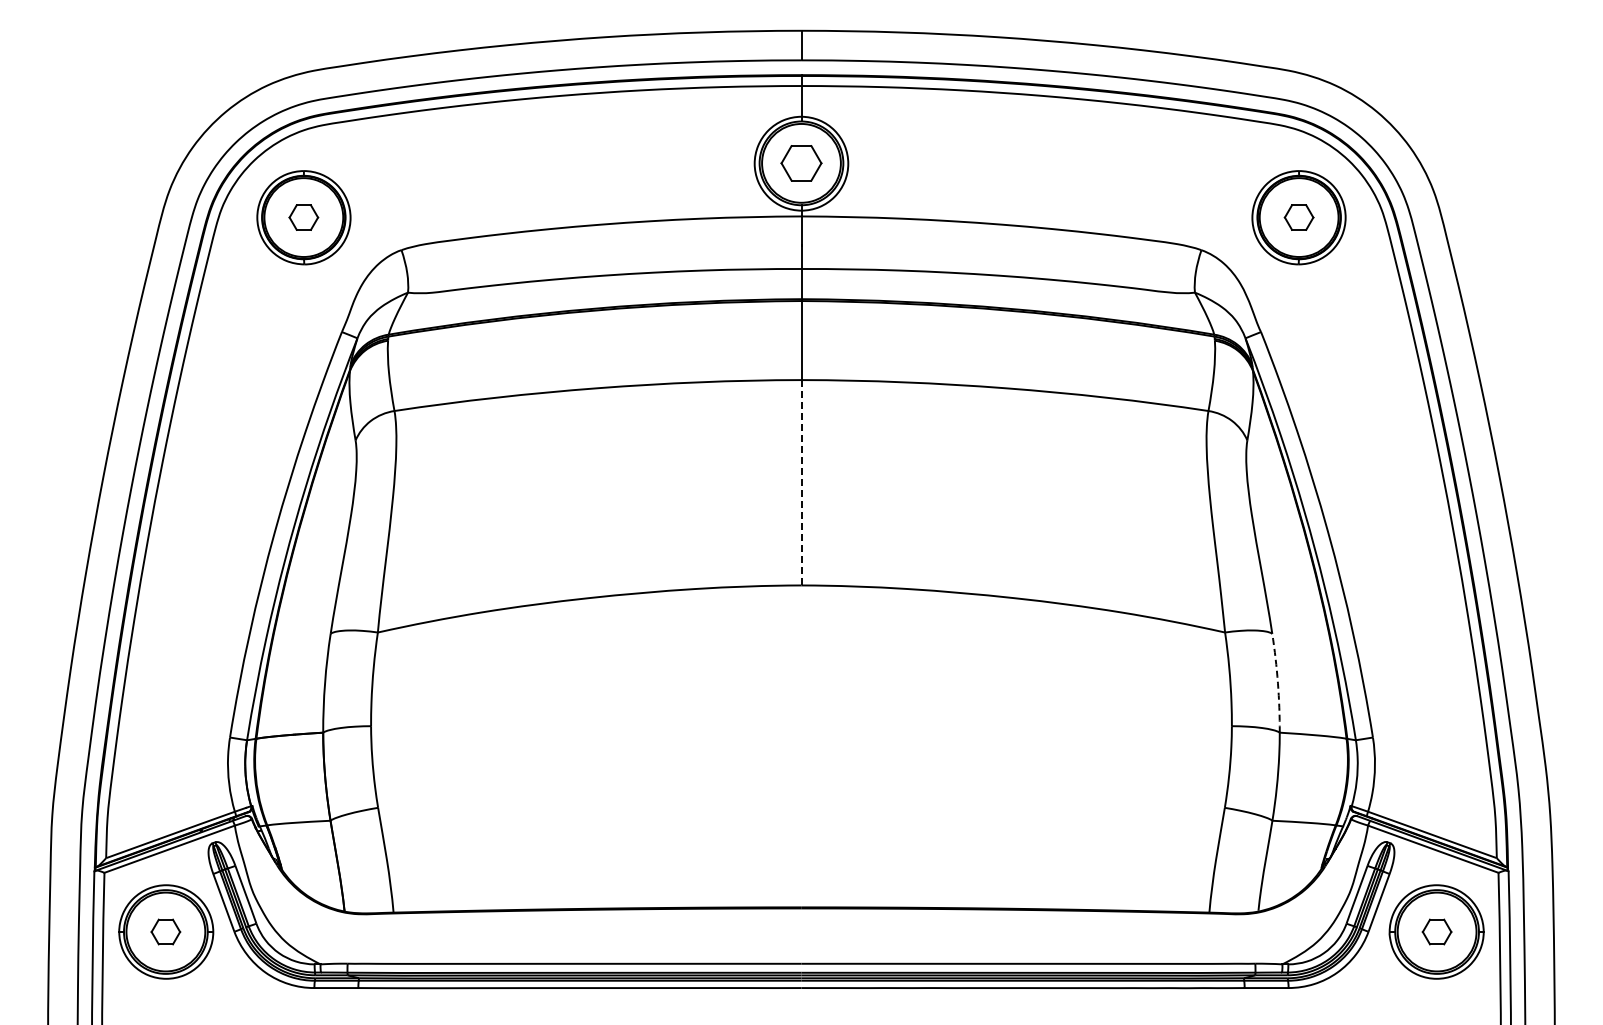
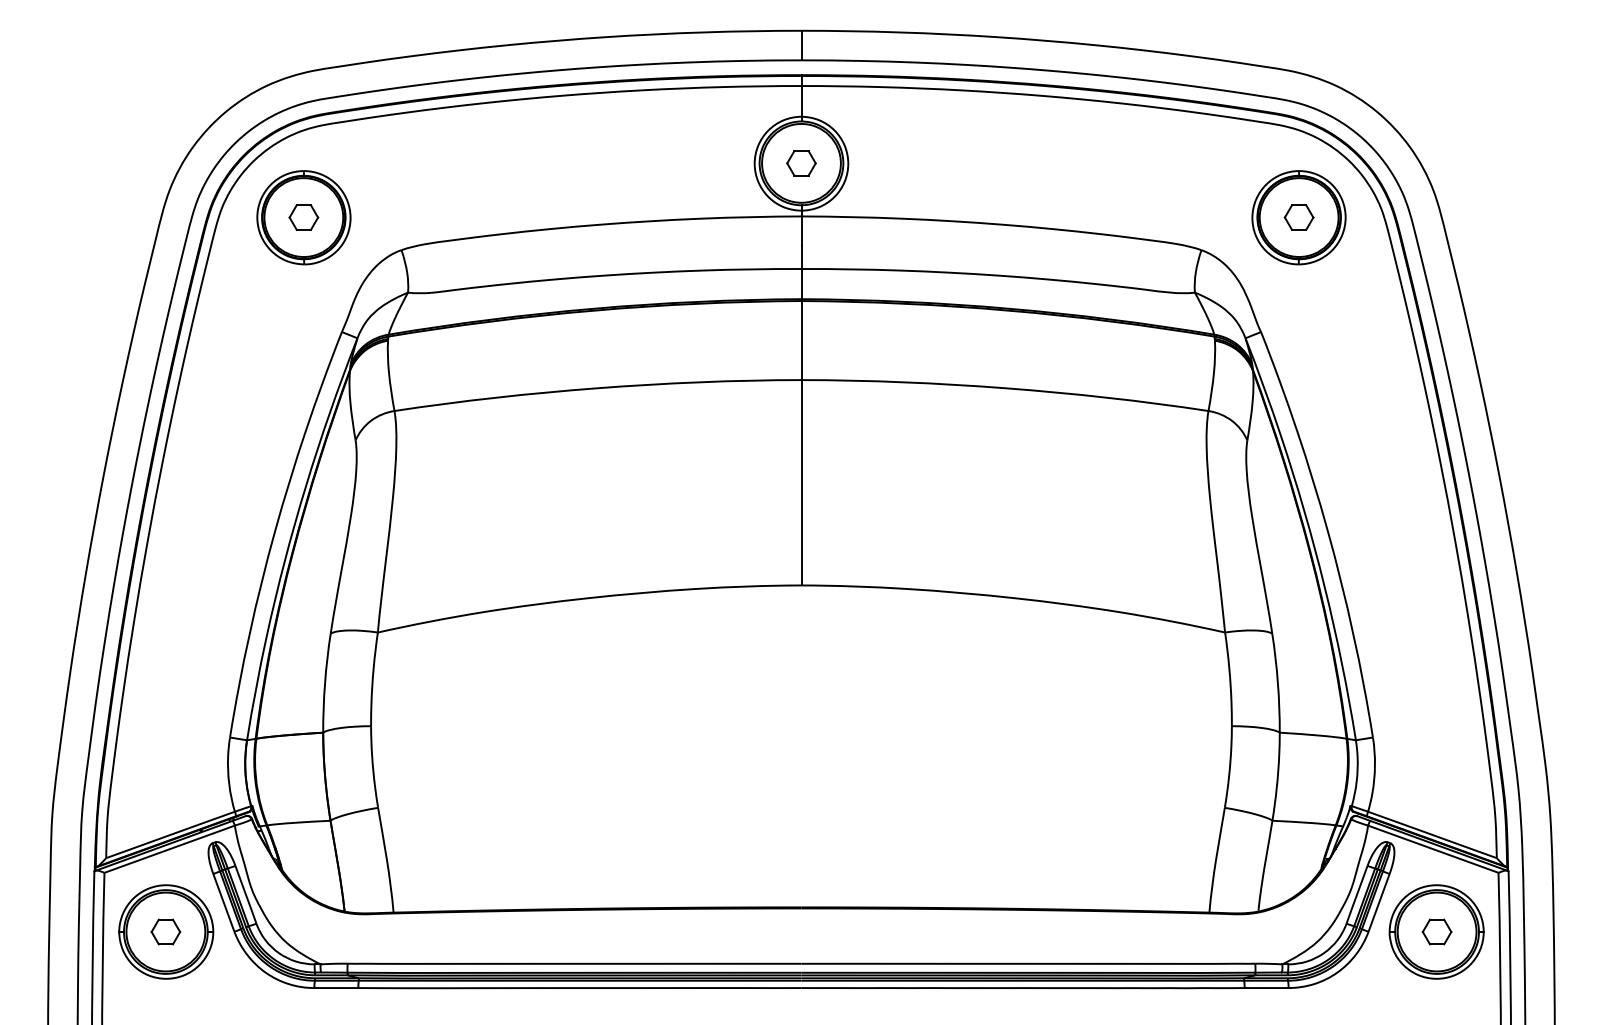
part at (801, 163) size: 43x37 px -> 31x27 px
line at (801, 482): dashed -> solid
arc at (1277, 683): dashed -> solid
